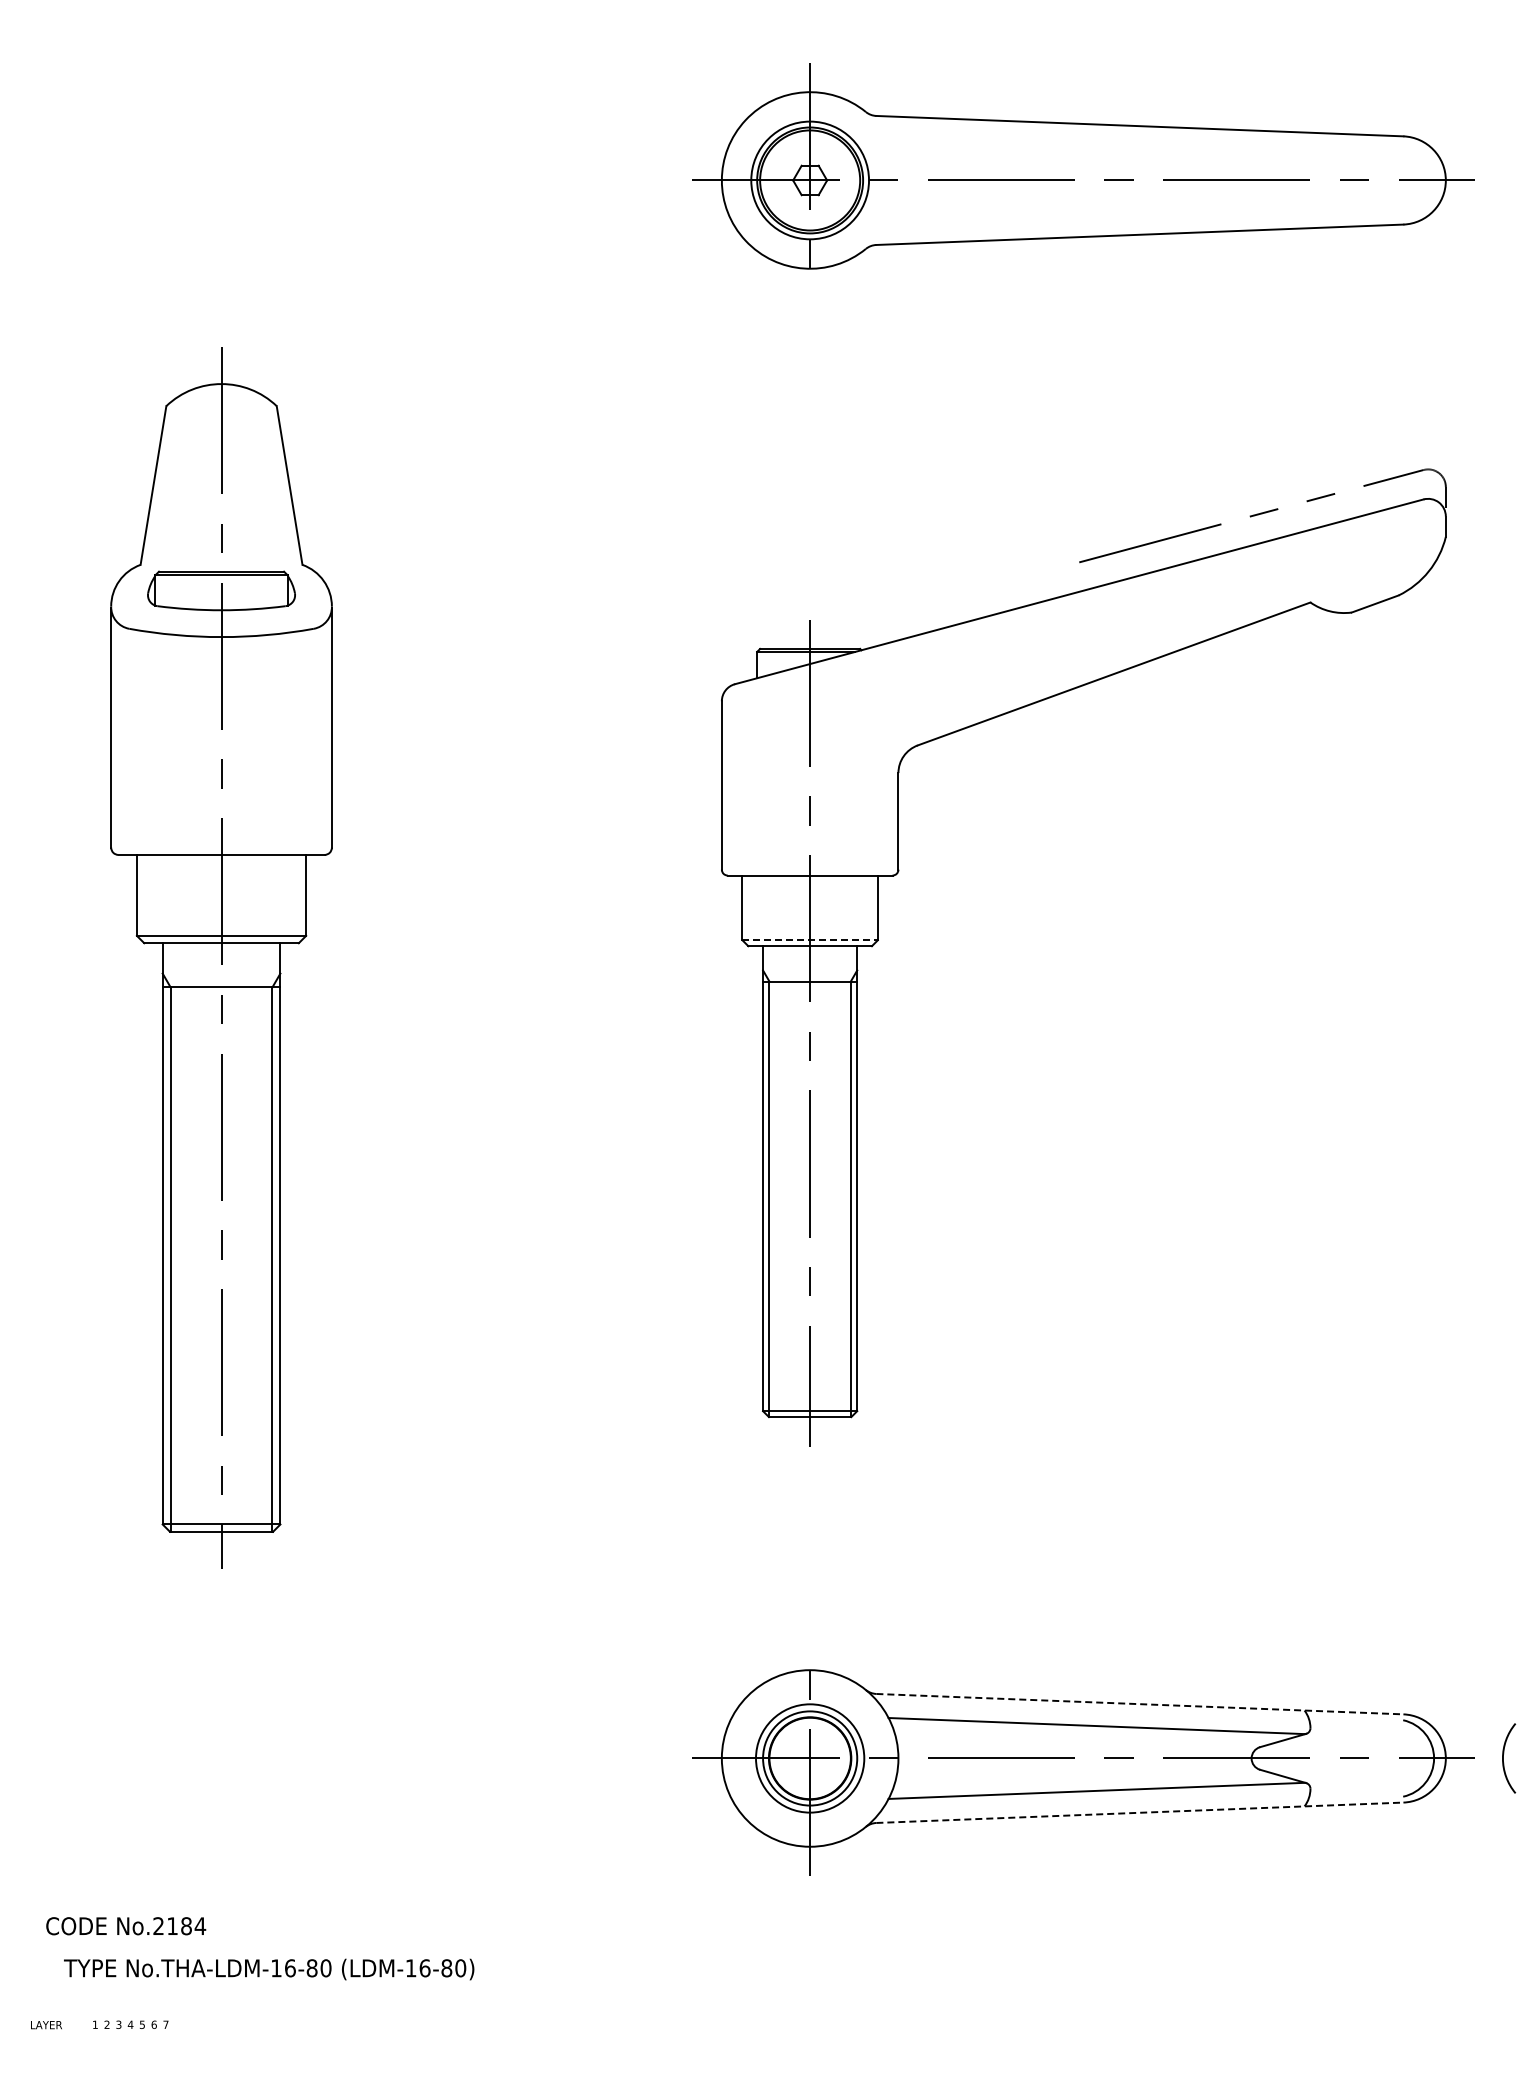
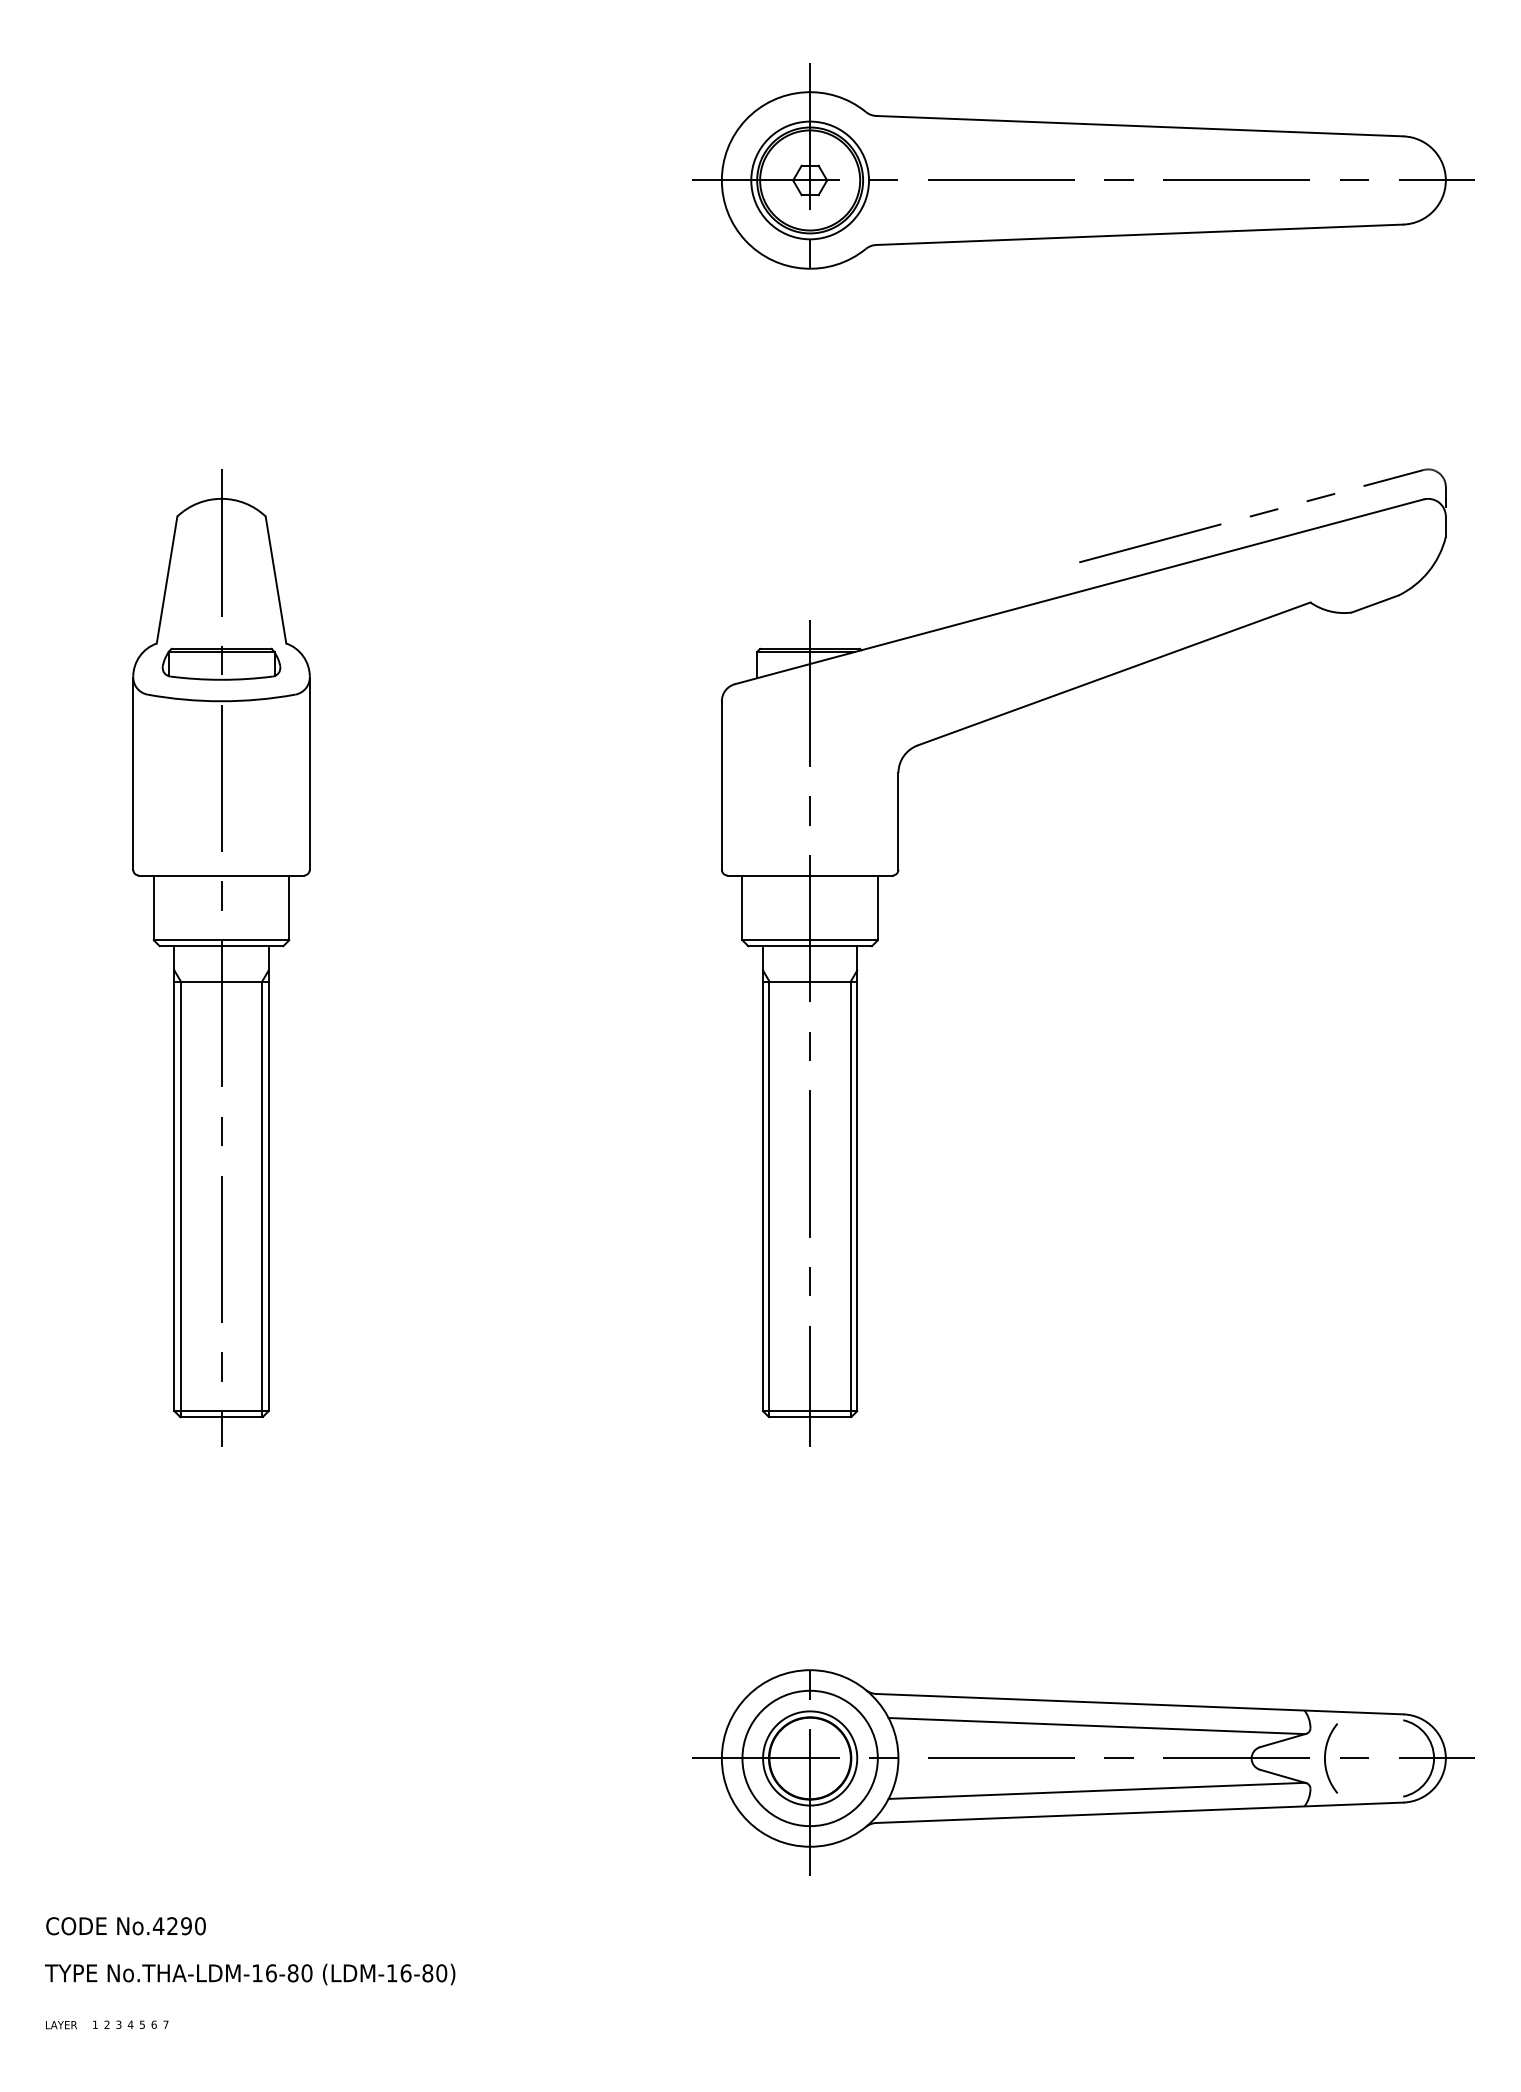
line at (810, 940): dashed -> solid
part at (221, 957) size: 223x1222 px -> 179x978 px
line at (1139, 1704): dashed -> solid
circle at (810, 1758) diameter: 108 px -> 135 px
arc at (1503, 1758) position: (1503, 1758) -> (1325, 1758)
line at (1139, 1812): dashed -> solid
text at (179, 1926): No.2184 -> No.4290
text at (269, 1969) position: (269, 1969) -> (250, 1974)
text at (46, 2025) position: (46, 2025) -> (61, 2025)
